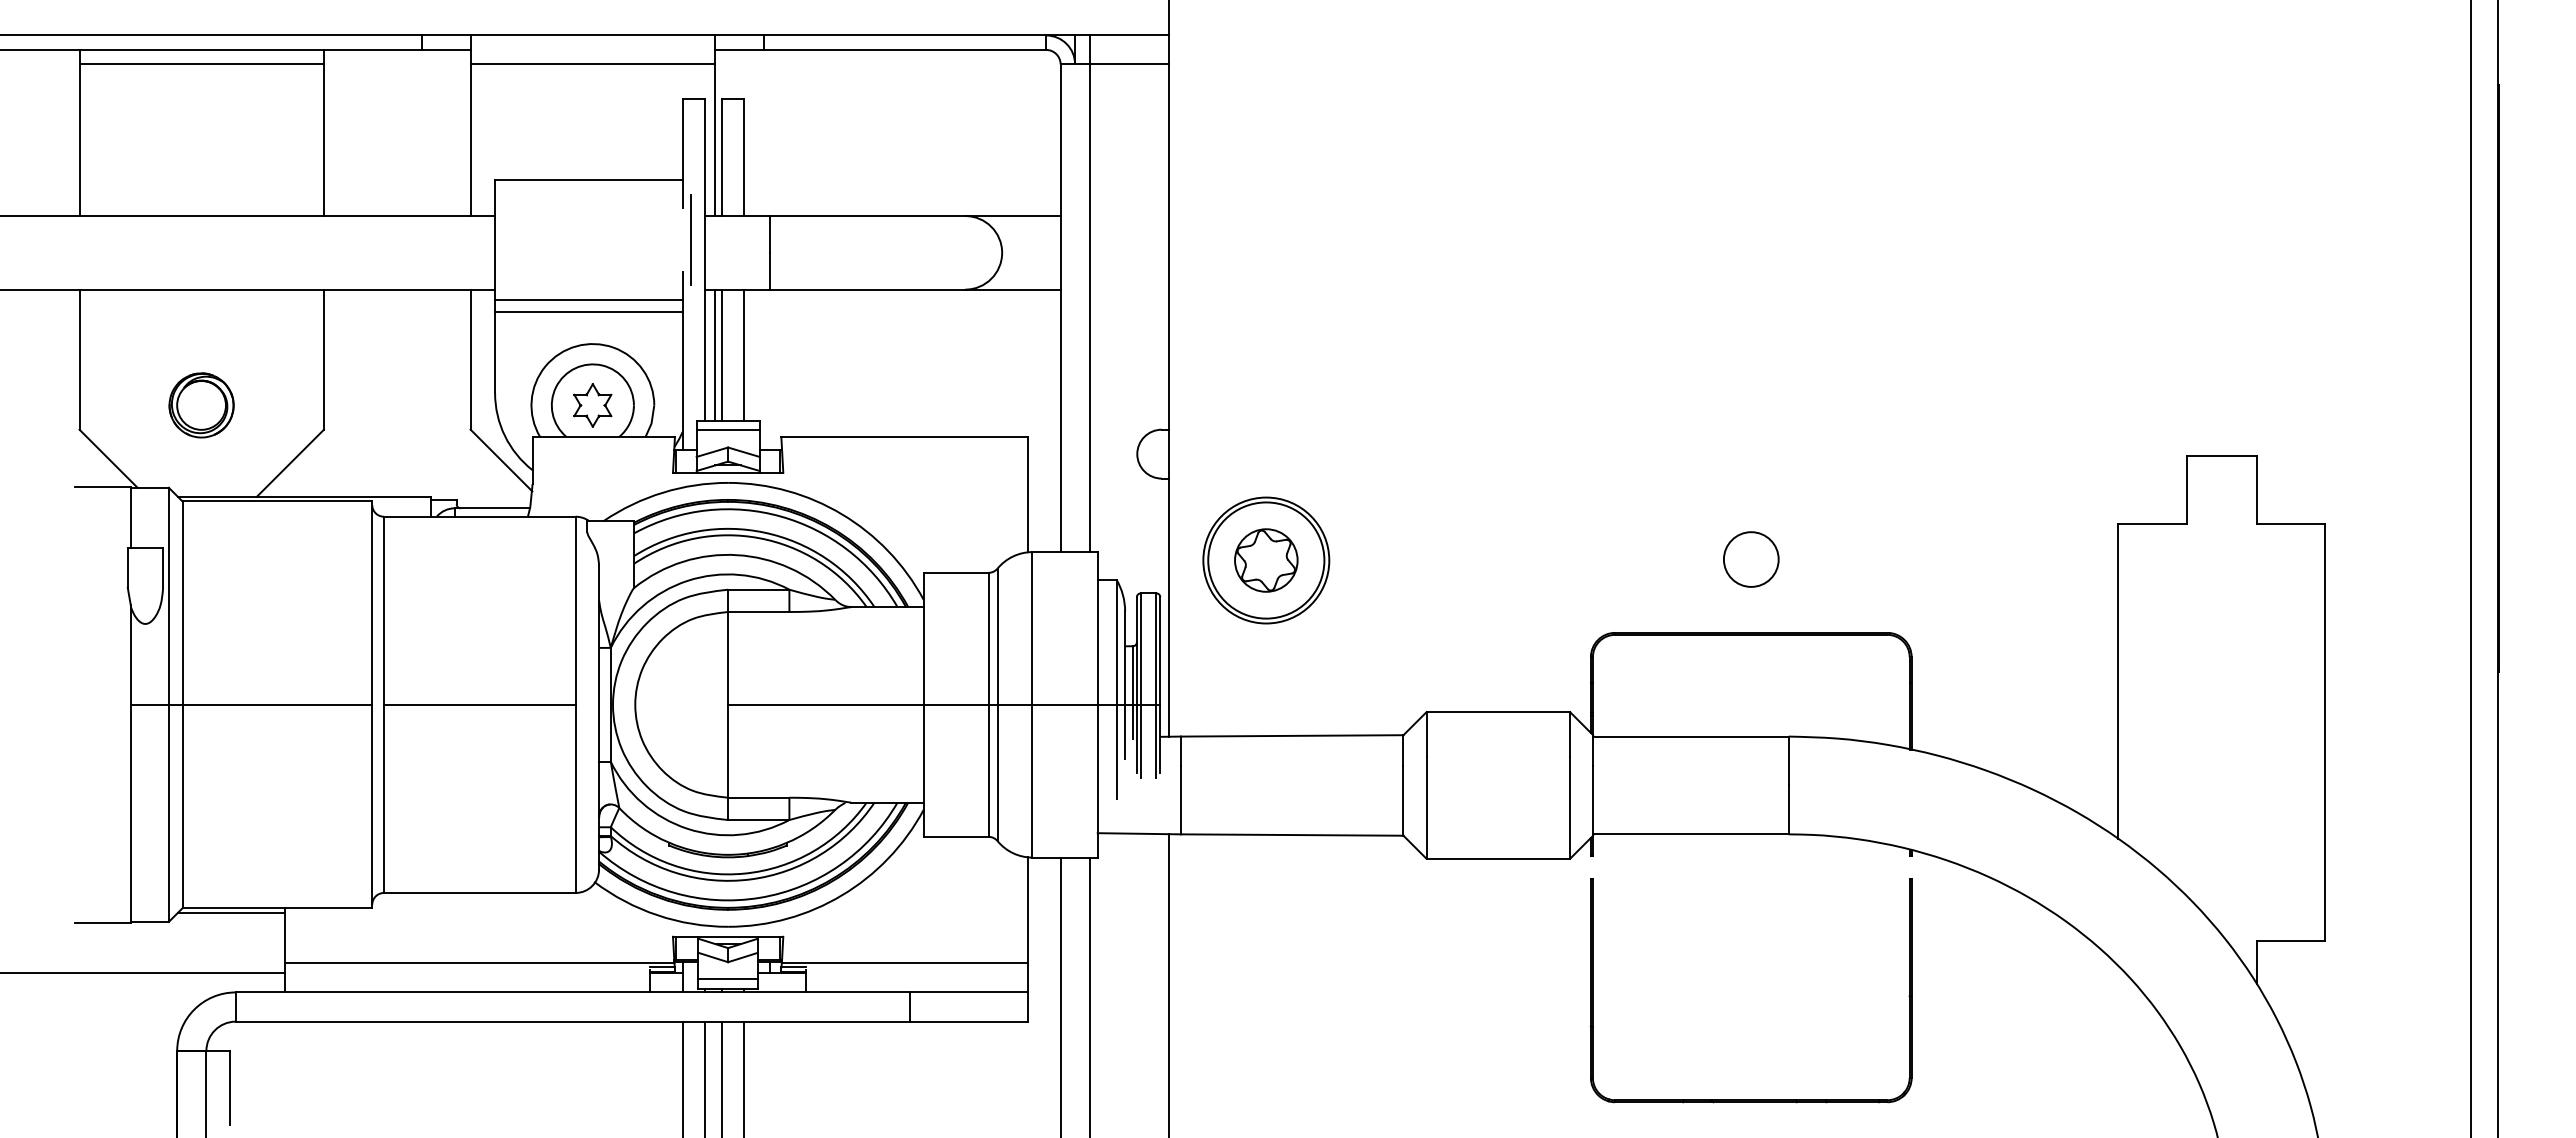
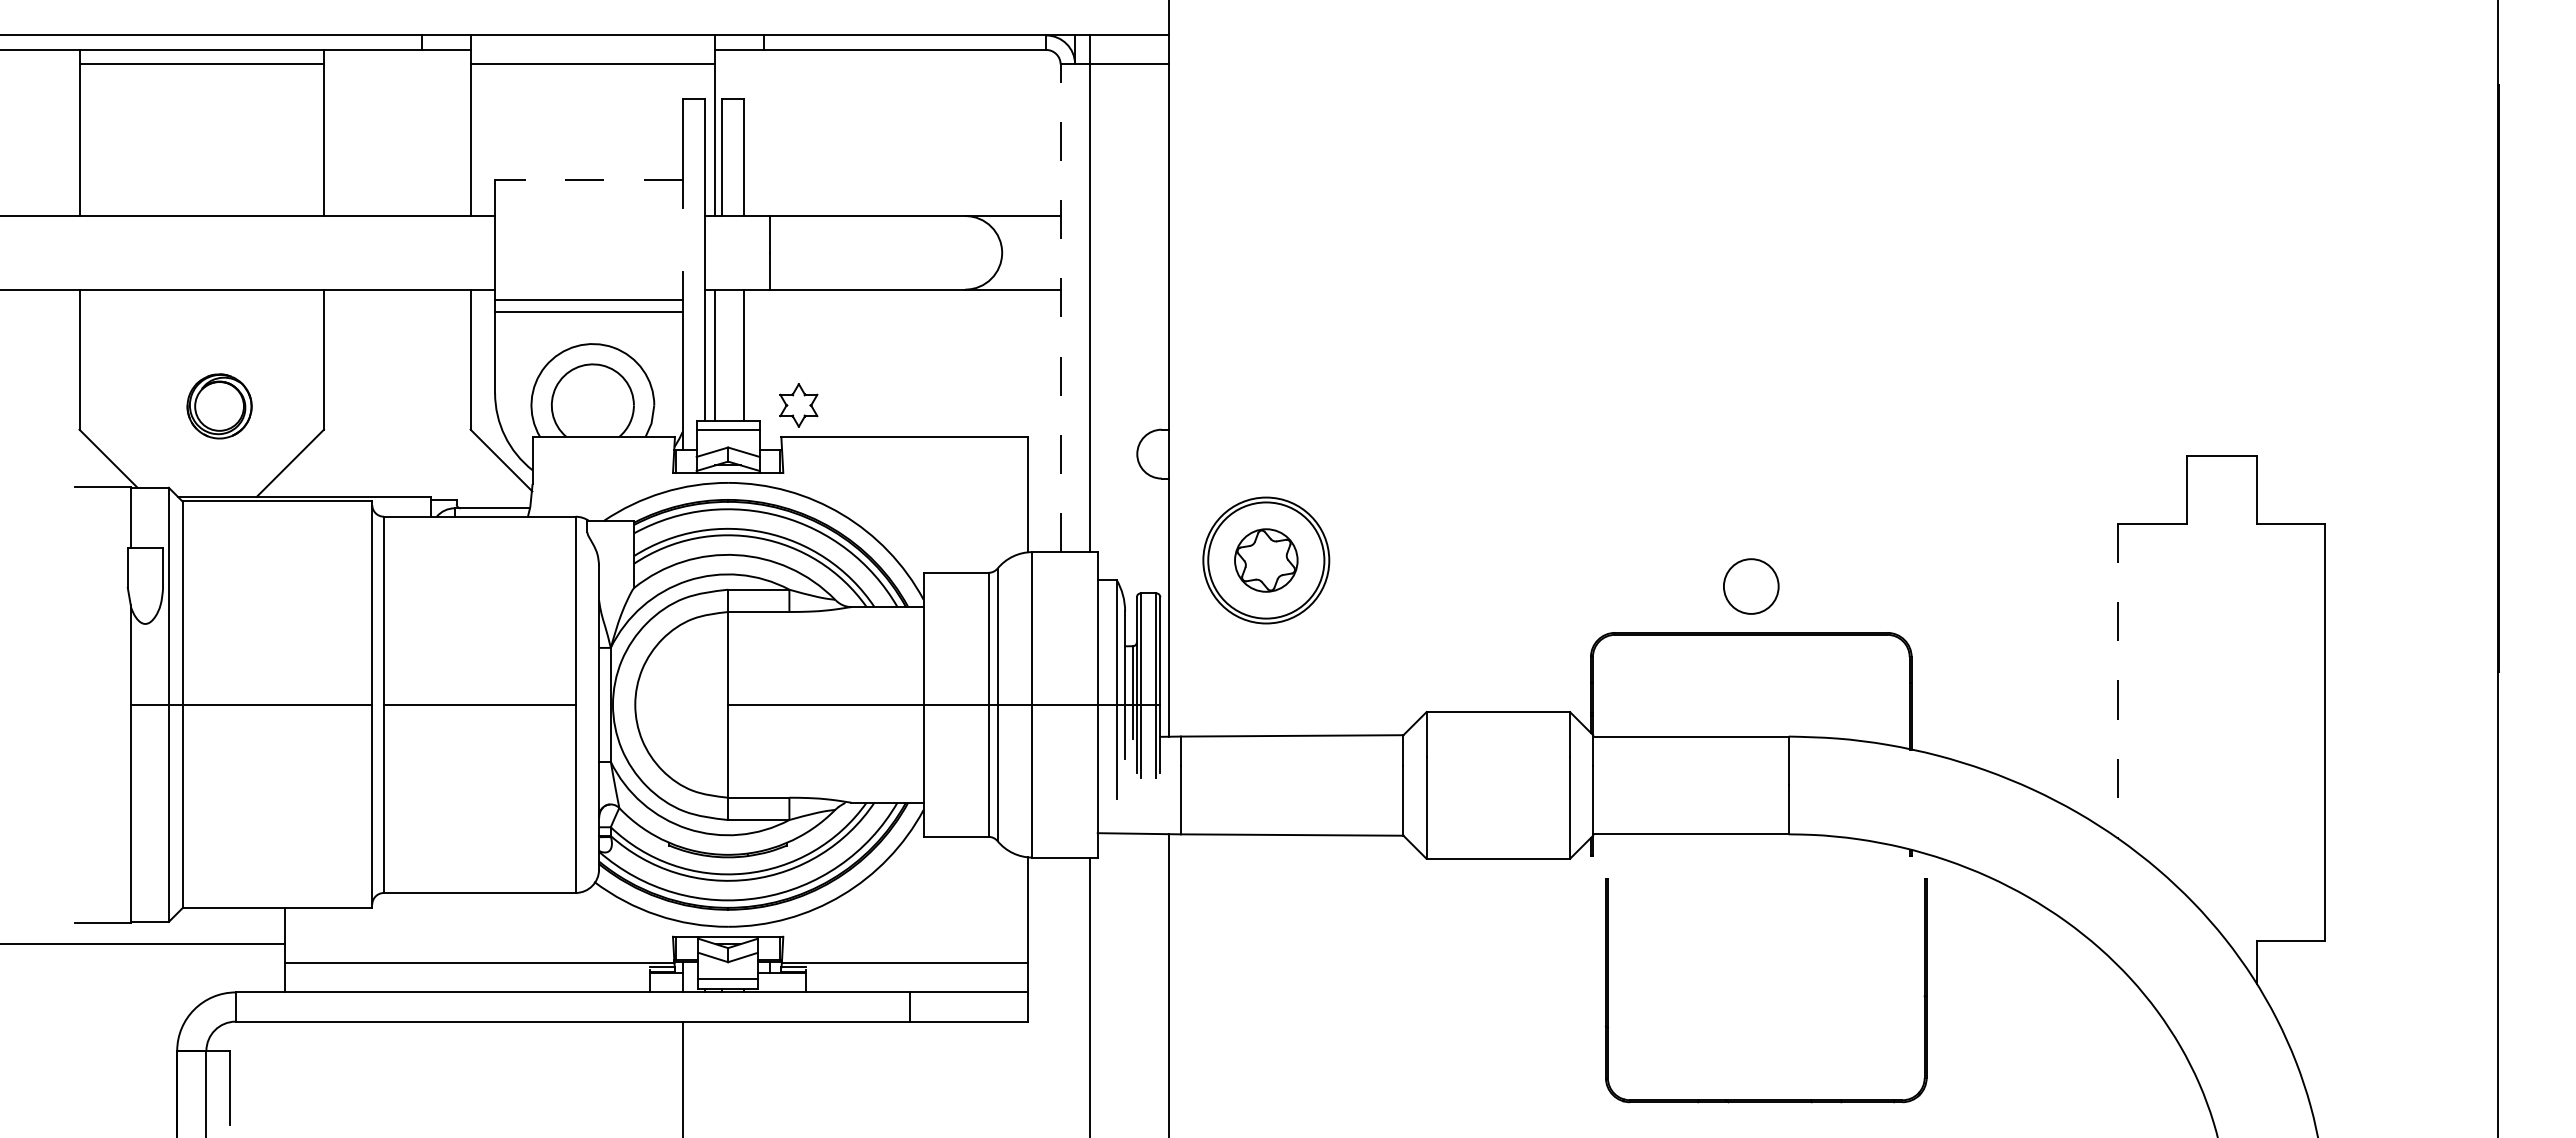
line at (588, 179): solid -> dashed
line at (690, 239): present -> none
line at (1060, 308): solid -> dashed
line at (721, 355): present -> none
part at (201, 405) position: (201, 405) -> (219, 406)
part at (592, 405) position: (592, 405) -> (798, 405)
circle at (1751, 559) position: (1751, 559) -> (1751, 586)
line at (2470, 568): present -> none
line at (2117, 681): solid -> dashed
line at (230, 913): present -> none
line at (143, 973) position: (143, 973) -> (143, 944)
line at (1060, 995): present -> none
line at (704, 1077): present -> none
line at (721, 1077): present -> none
line at (744, 1077): present -> none
part at (1750, 1099) position: (1750, 1099) -> (1765, 1099)
